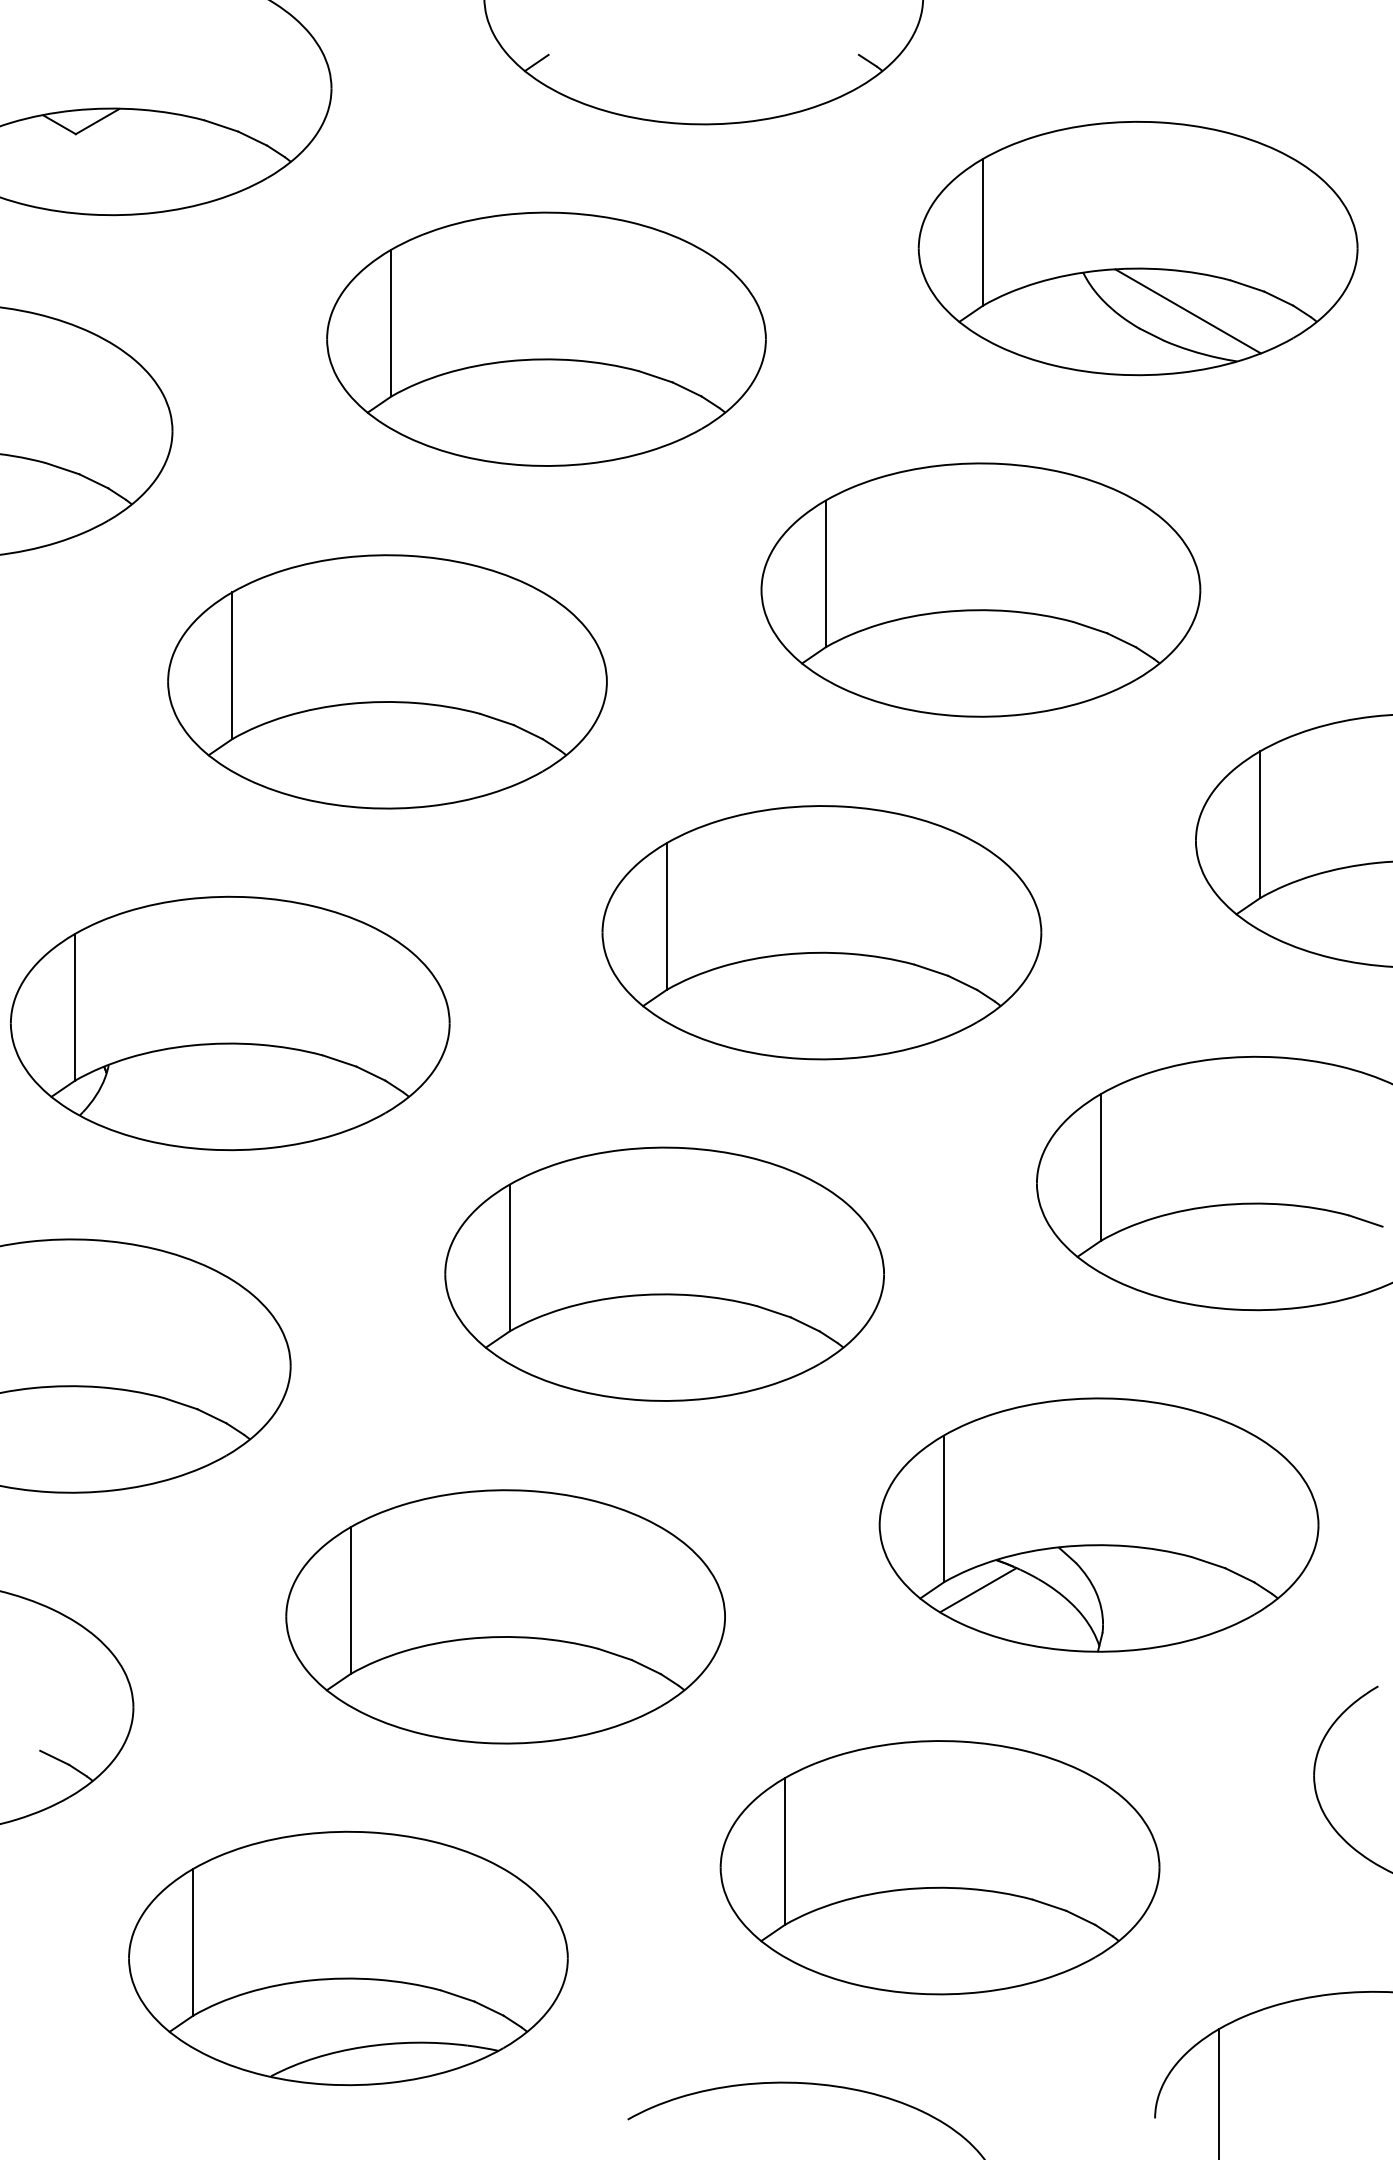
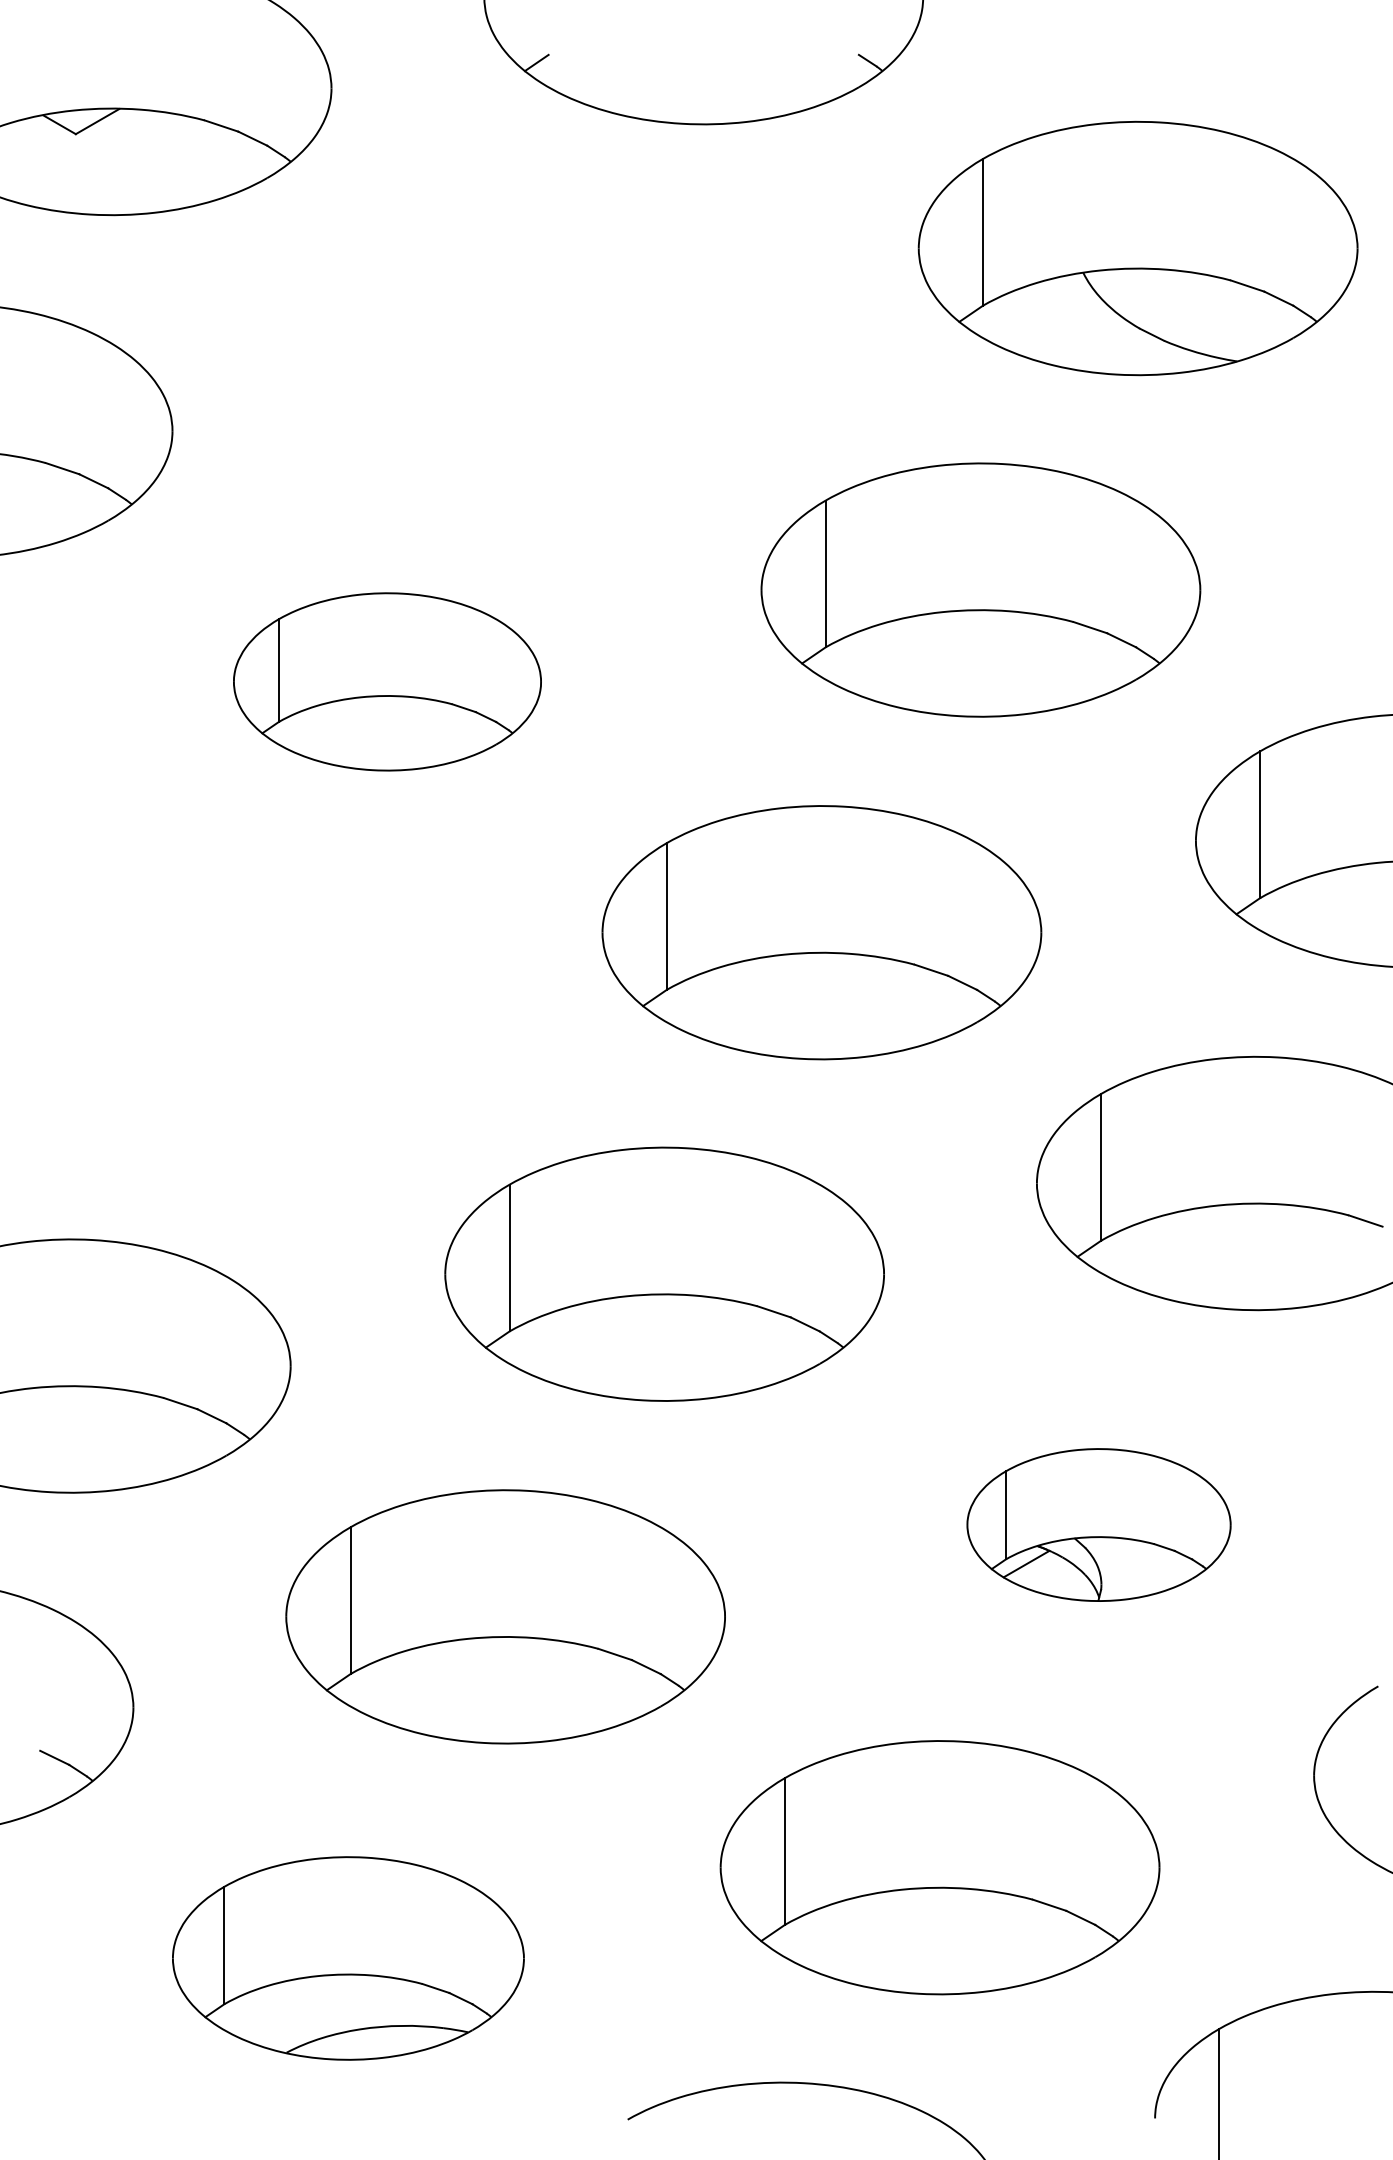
line at (1187, 311): present -> none
part at (546, 338): present -> none
part at (387, 681) size: 441x256 px -> 309x180 px
part at (230, 1023): present -> none
part at (1098, 1524) size: 442x256 px -> 266x154 px
part at (348, 1958) size: 441x257 px -> 353x205 px
